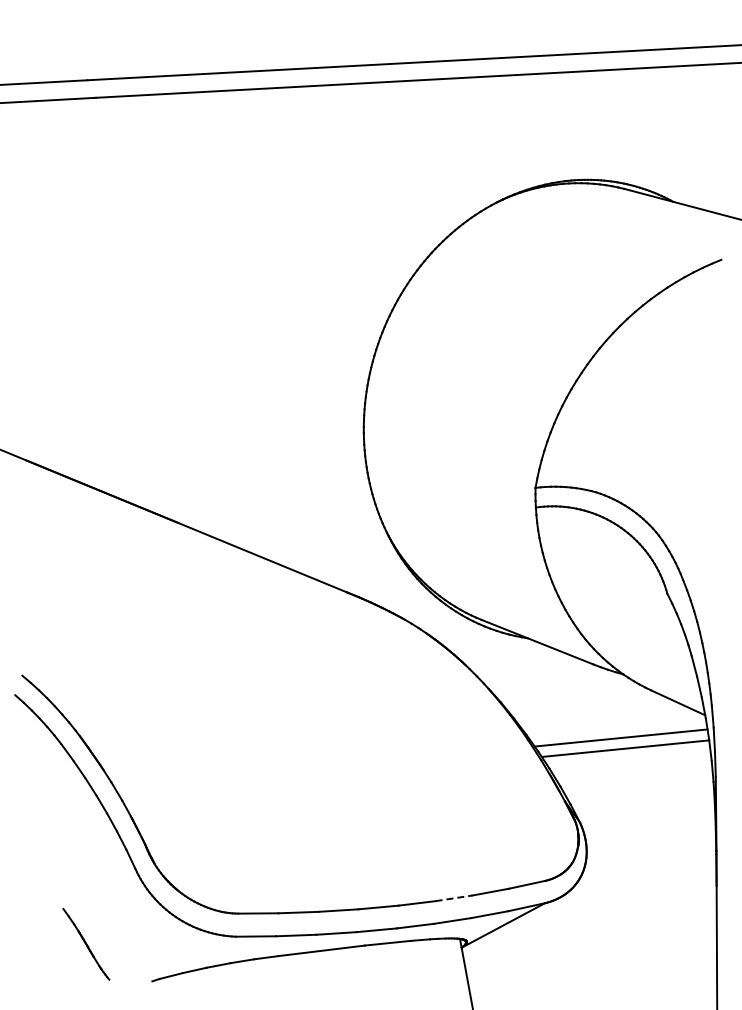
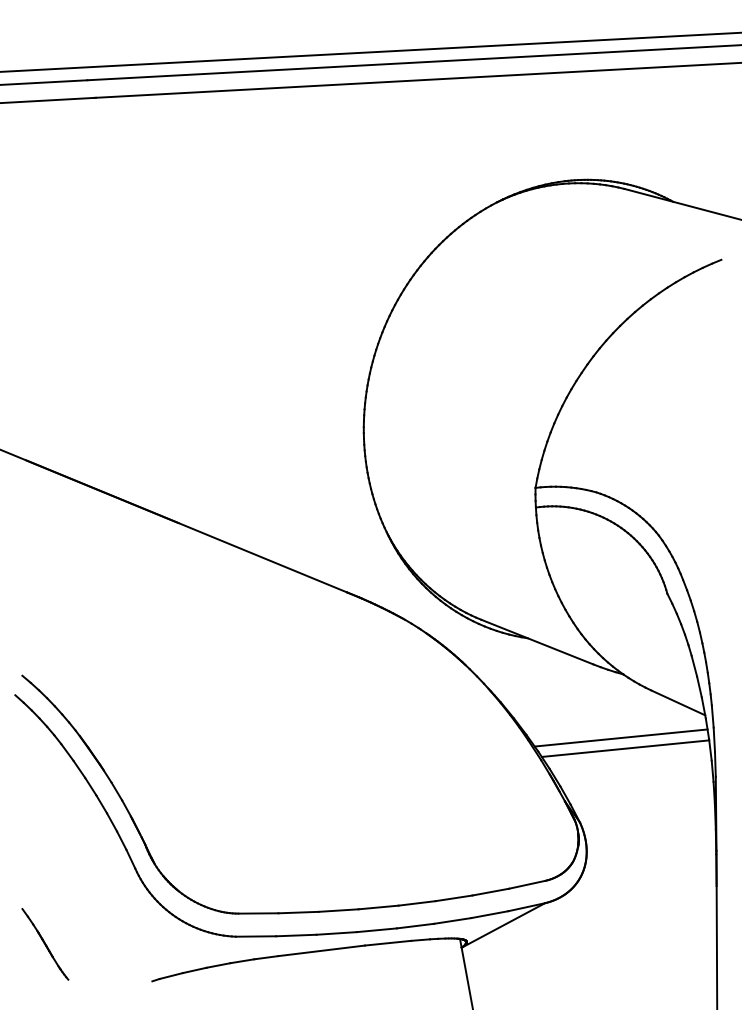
line at (370, 51): none -> present
line at (454, 898): dashed -> solid
part at (86, 944) position: (86, 944) -> (45, 944)
